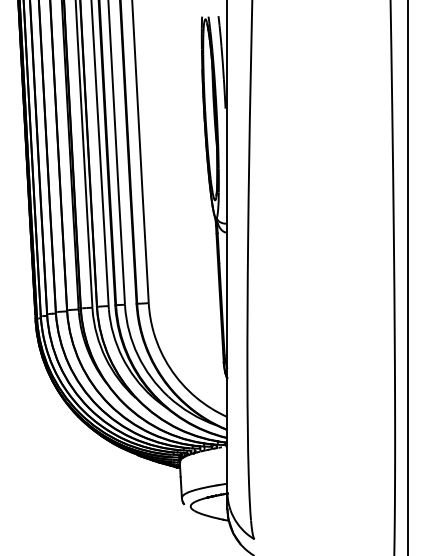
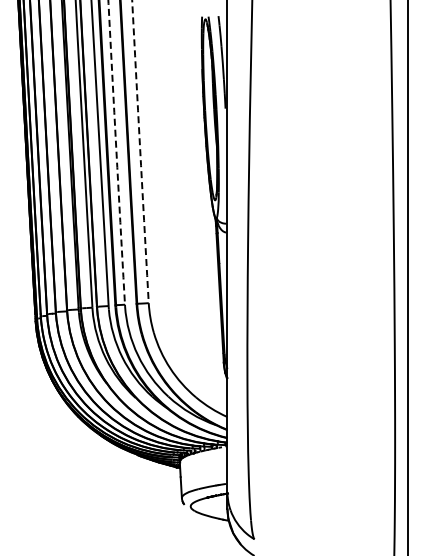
arc at (140, 151): solid -> dashed
arc at (116, 153): solid -> dashed
